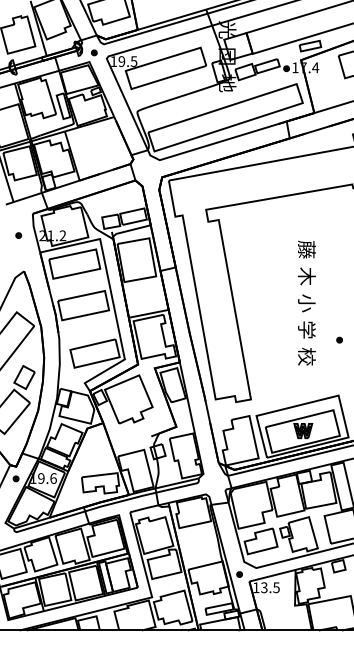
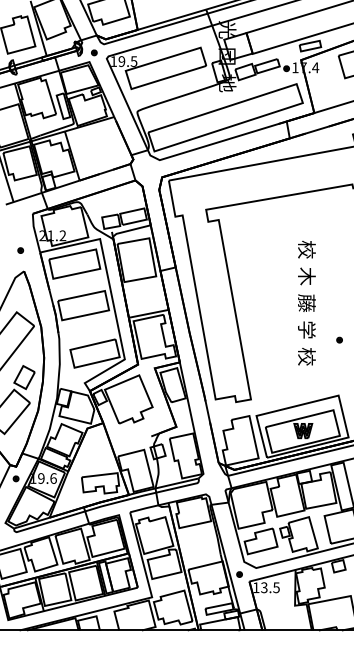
part at (18, 235) position: (18, 235) -> (20, 250)
text at (306, 249): 藤 -> 校
text at (306, 303): 小 -> 藤
